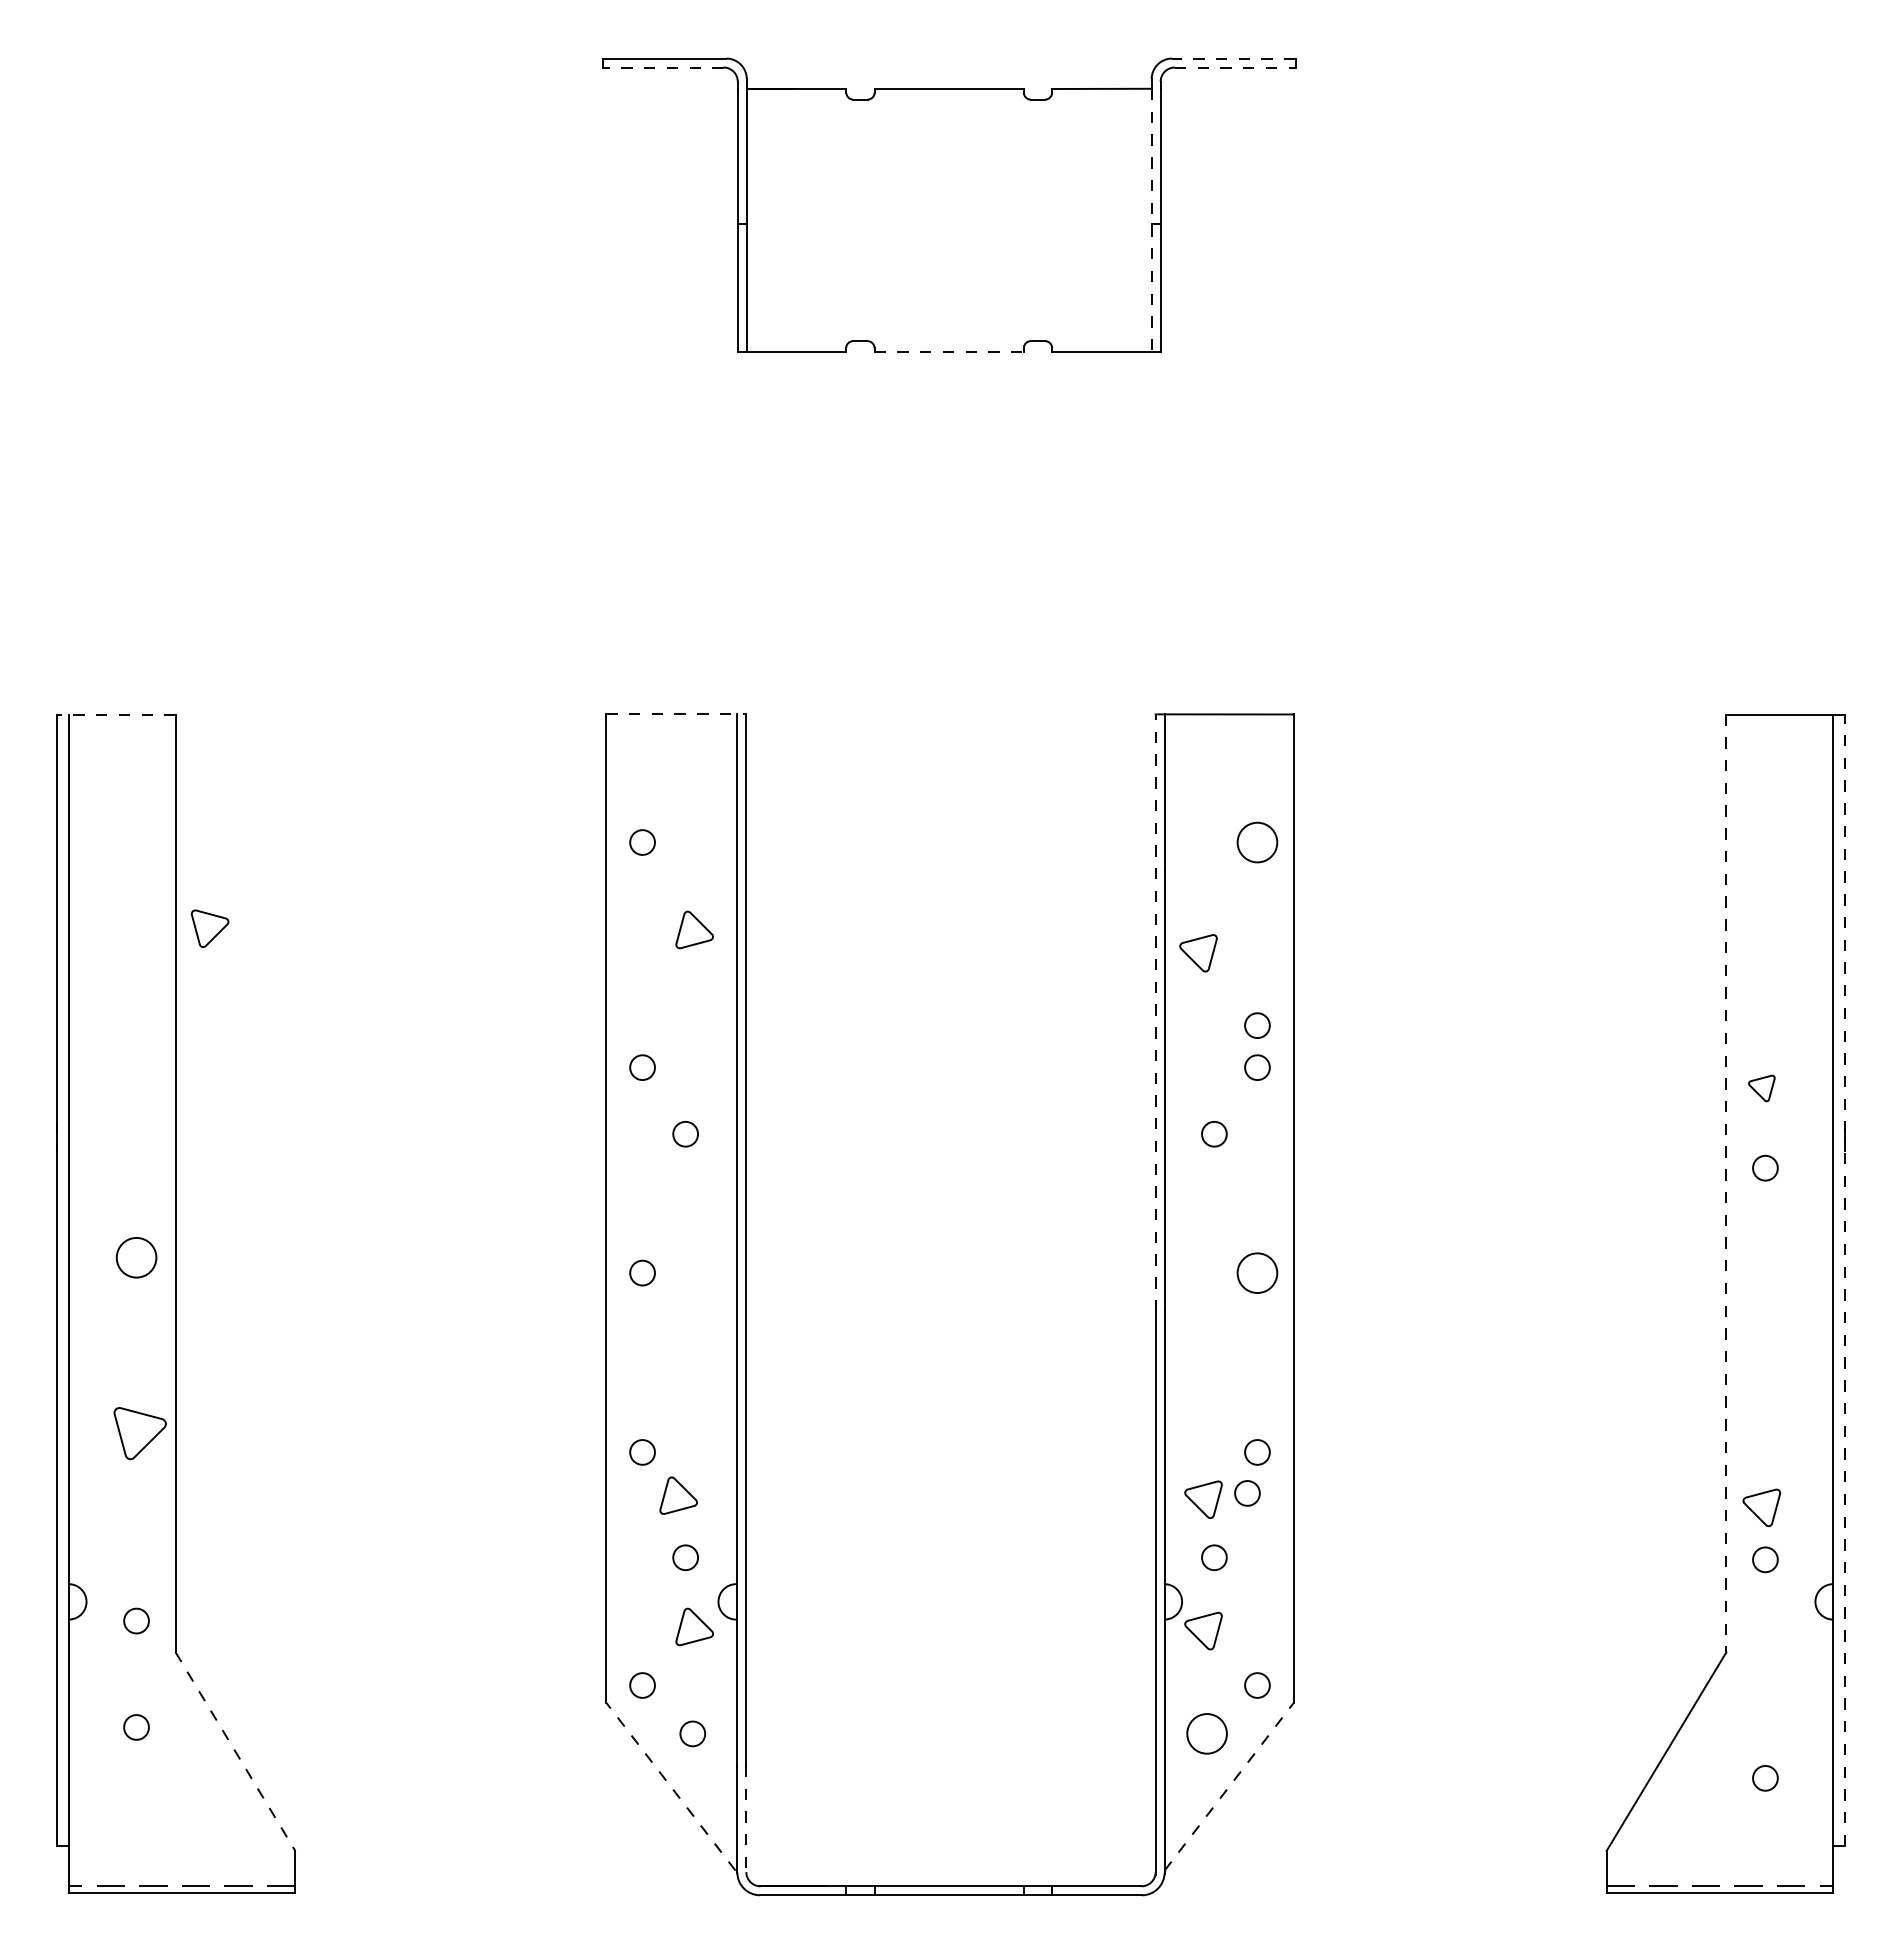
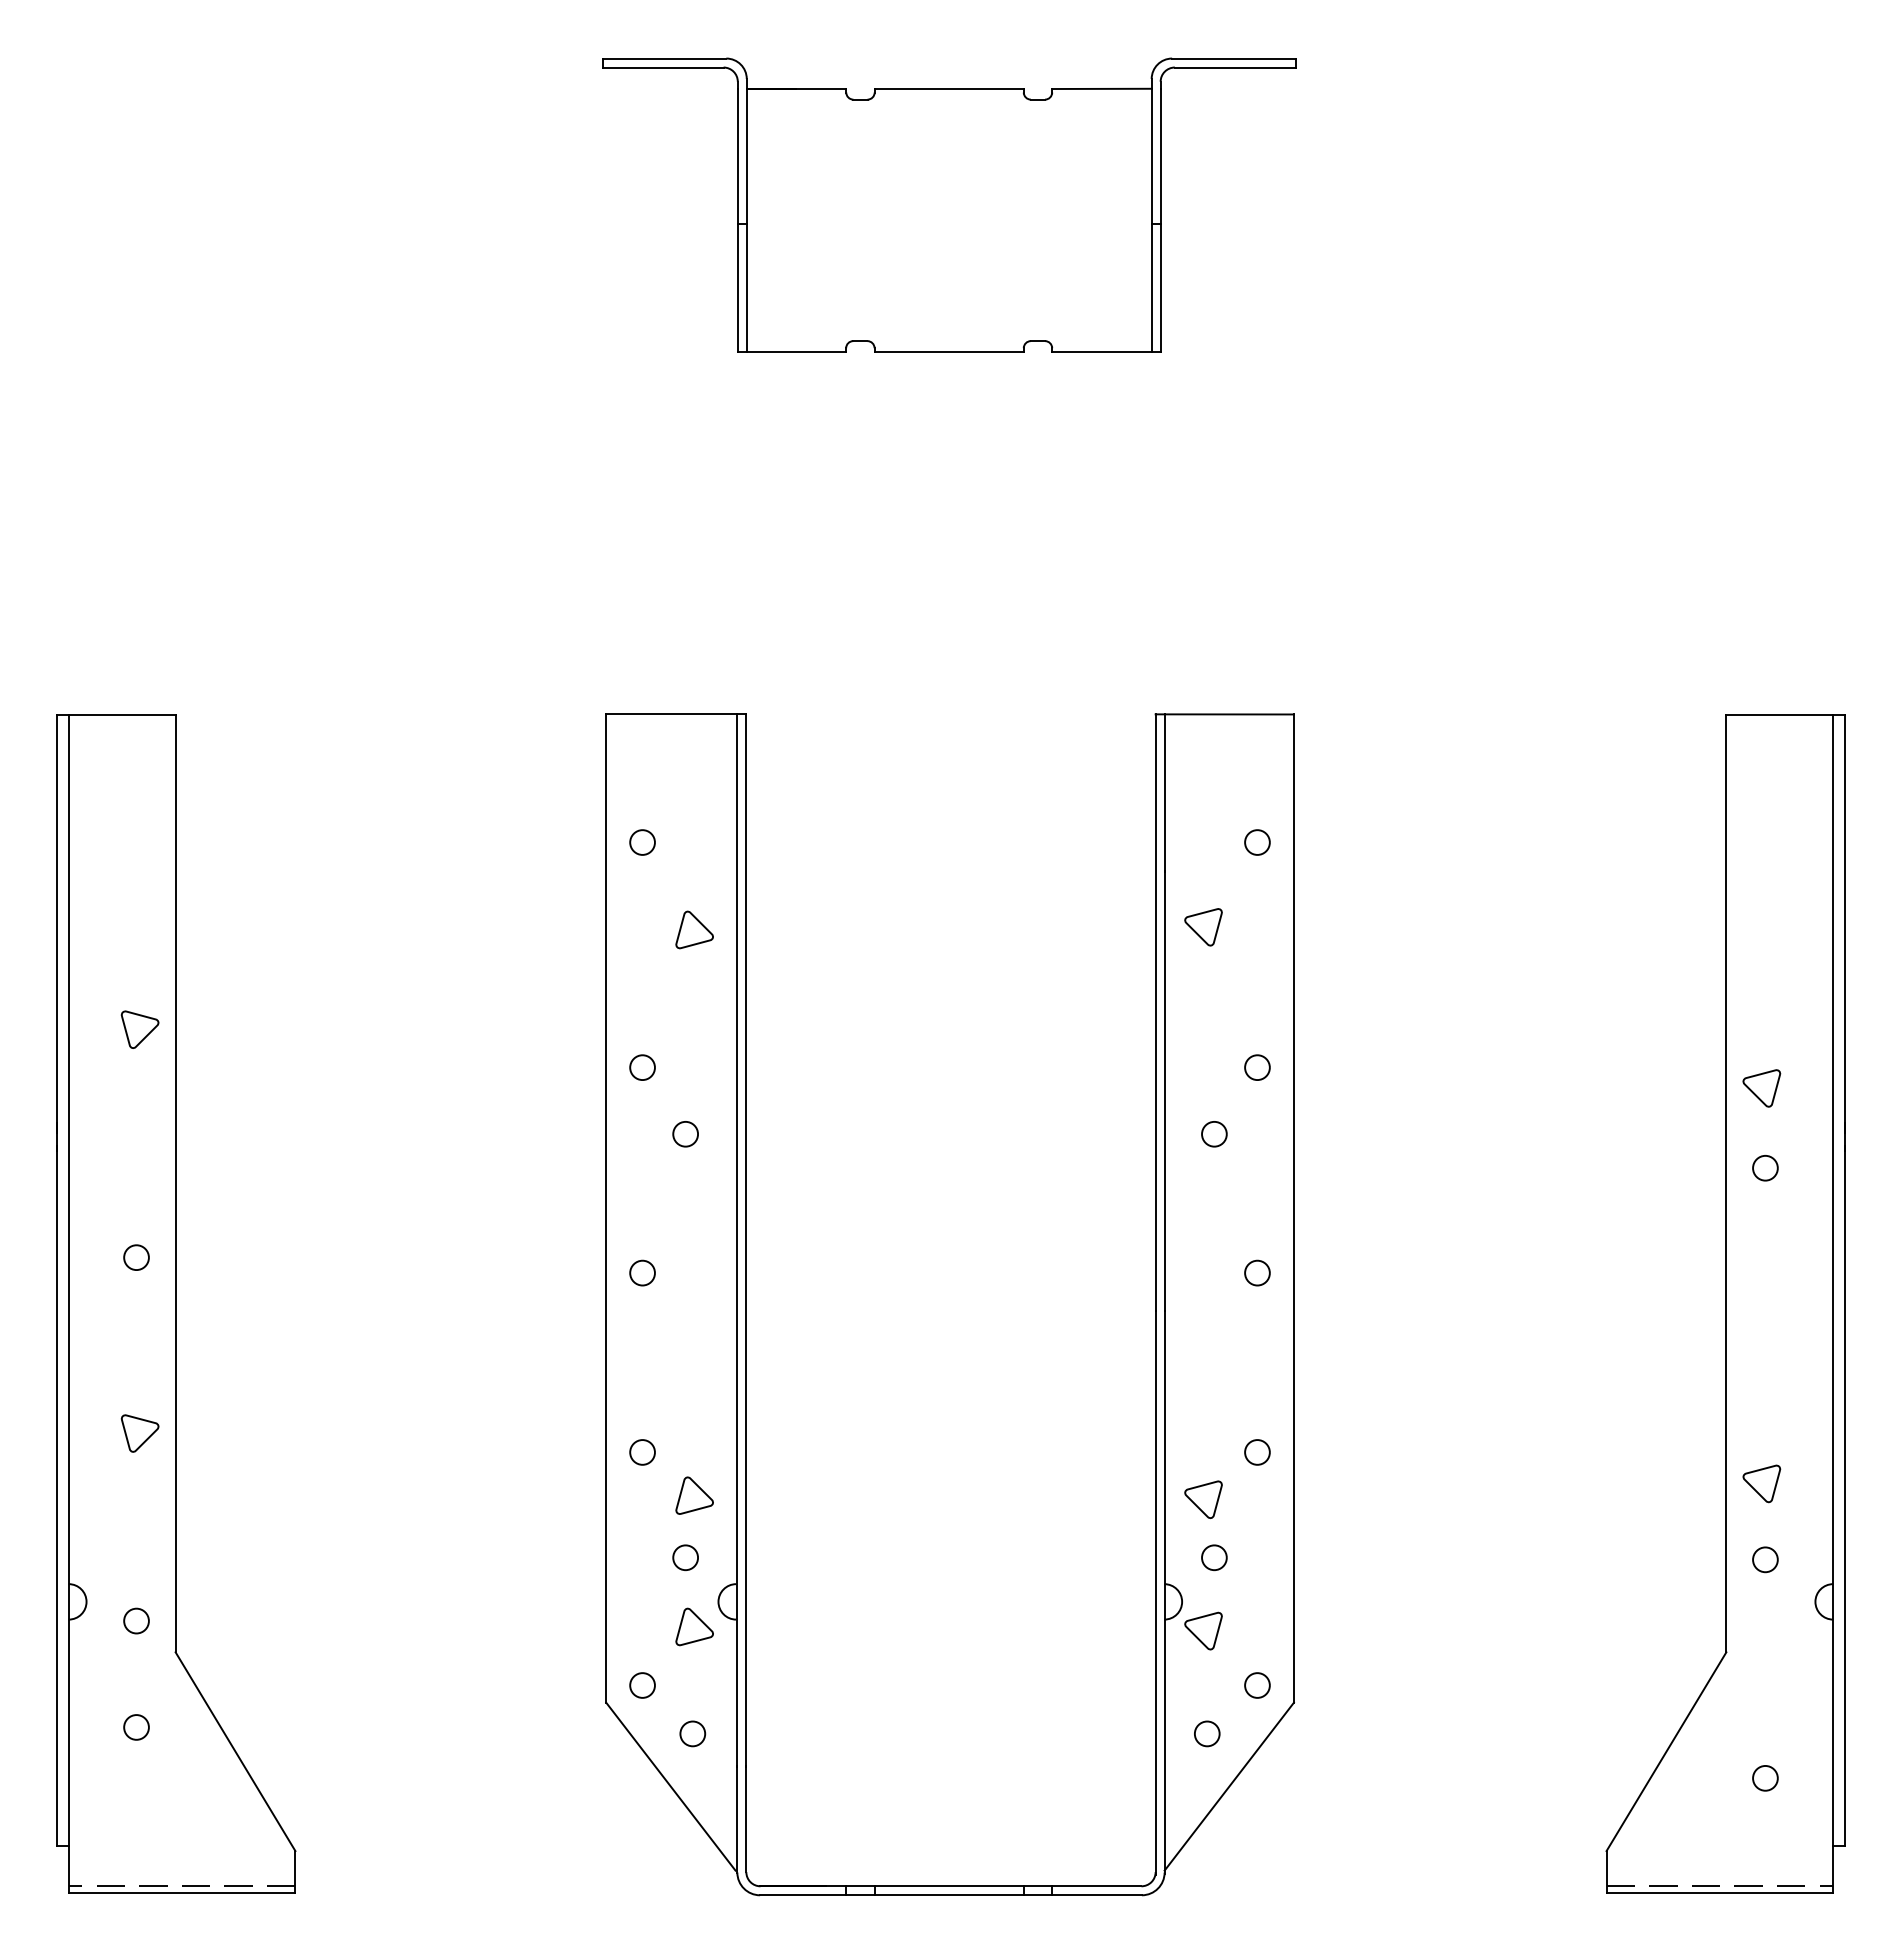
line at (1233, 58): dashed -> solid
line at (662, 67): dashed -> solid
line at (1235, 67): dashed -> solid
line at (1151, 220): dashed -> solid
line at (949, 351): dashed -> solid
line at (115, 714): dashed -> solid
line at (676, 714): dashed -> solid
circle at (1257, 842) size: 43x43 px -> 27x27 px
line at (1844, 923): dashed -> solid
part at (209, 928) position: (209, 928) -> (139, 1029)
part at (1198, 953) position: (1198, 953) -> (1203, 927)
line at (1155, 1012): dashed -> solid
circle at (1257, 1025): present -> none
part at (1761, 1088) size: 28x29 px -> 40x39 px
line at (1726, 1183): dashed -> solid
circle at (136, 1257) size: 43x42 px -> 27x27 px
circle at (1257, 1272) size: 43x42 px -> 27x28 px
part at (139, 1433) size: 54x54 px -> 40x39 px
circle at (1247, 1493): present -> none
part at (678, 1495) position: (678, 1495) -> (694, 1495)
line at (1844, 1495): dashed -> solid
part at (1761, 1507) position: (1761, 1507) -> (1761, 1483)
circle at (1206, 1733) size: 42x42 px -> 27x28 px
line at (235, 1752): dashed -> solid
line at (670, 1786): dashed -> solid
line at (1229, 1786): dashed -> solid
line at (746, 1819): dashed -> solid
